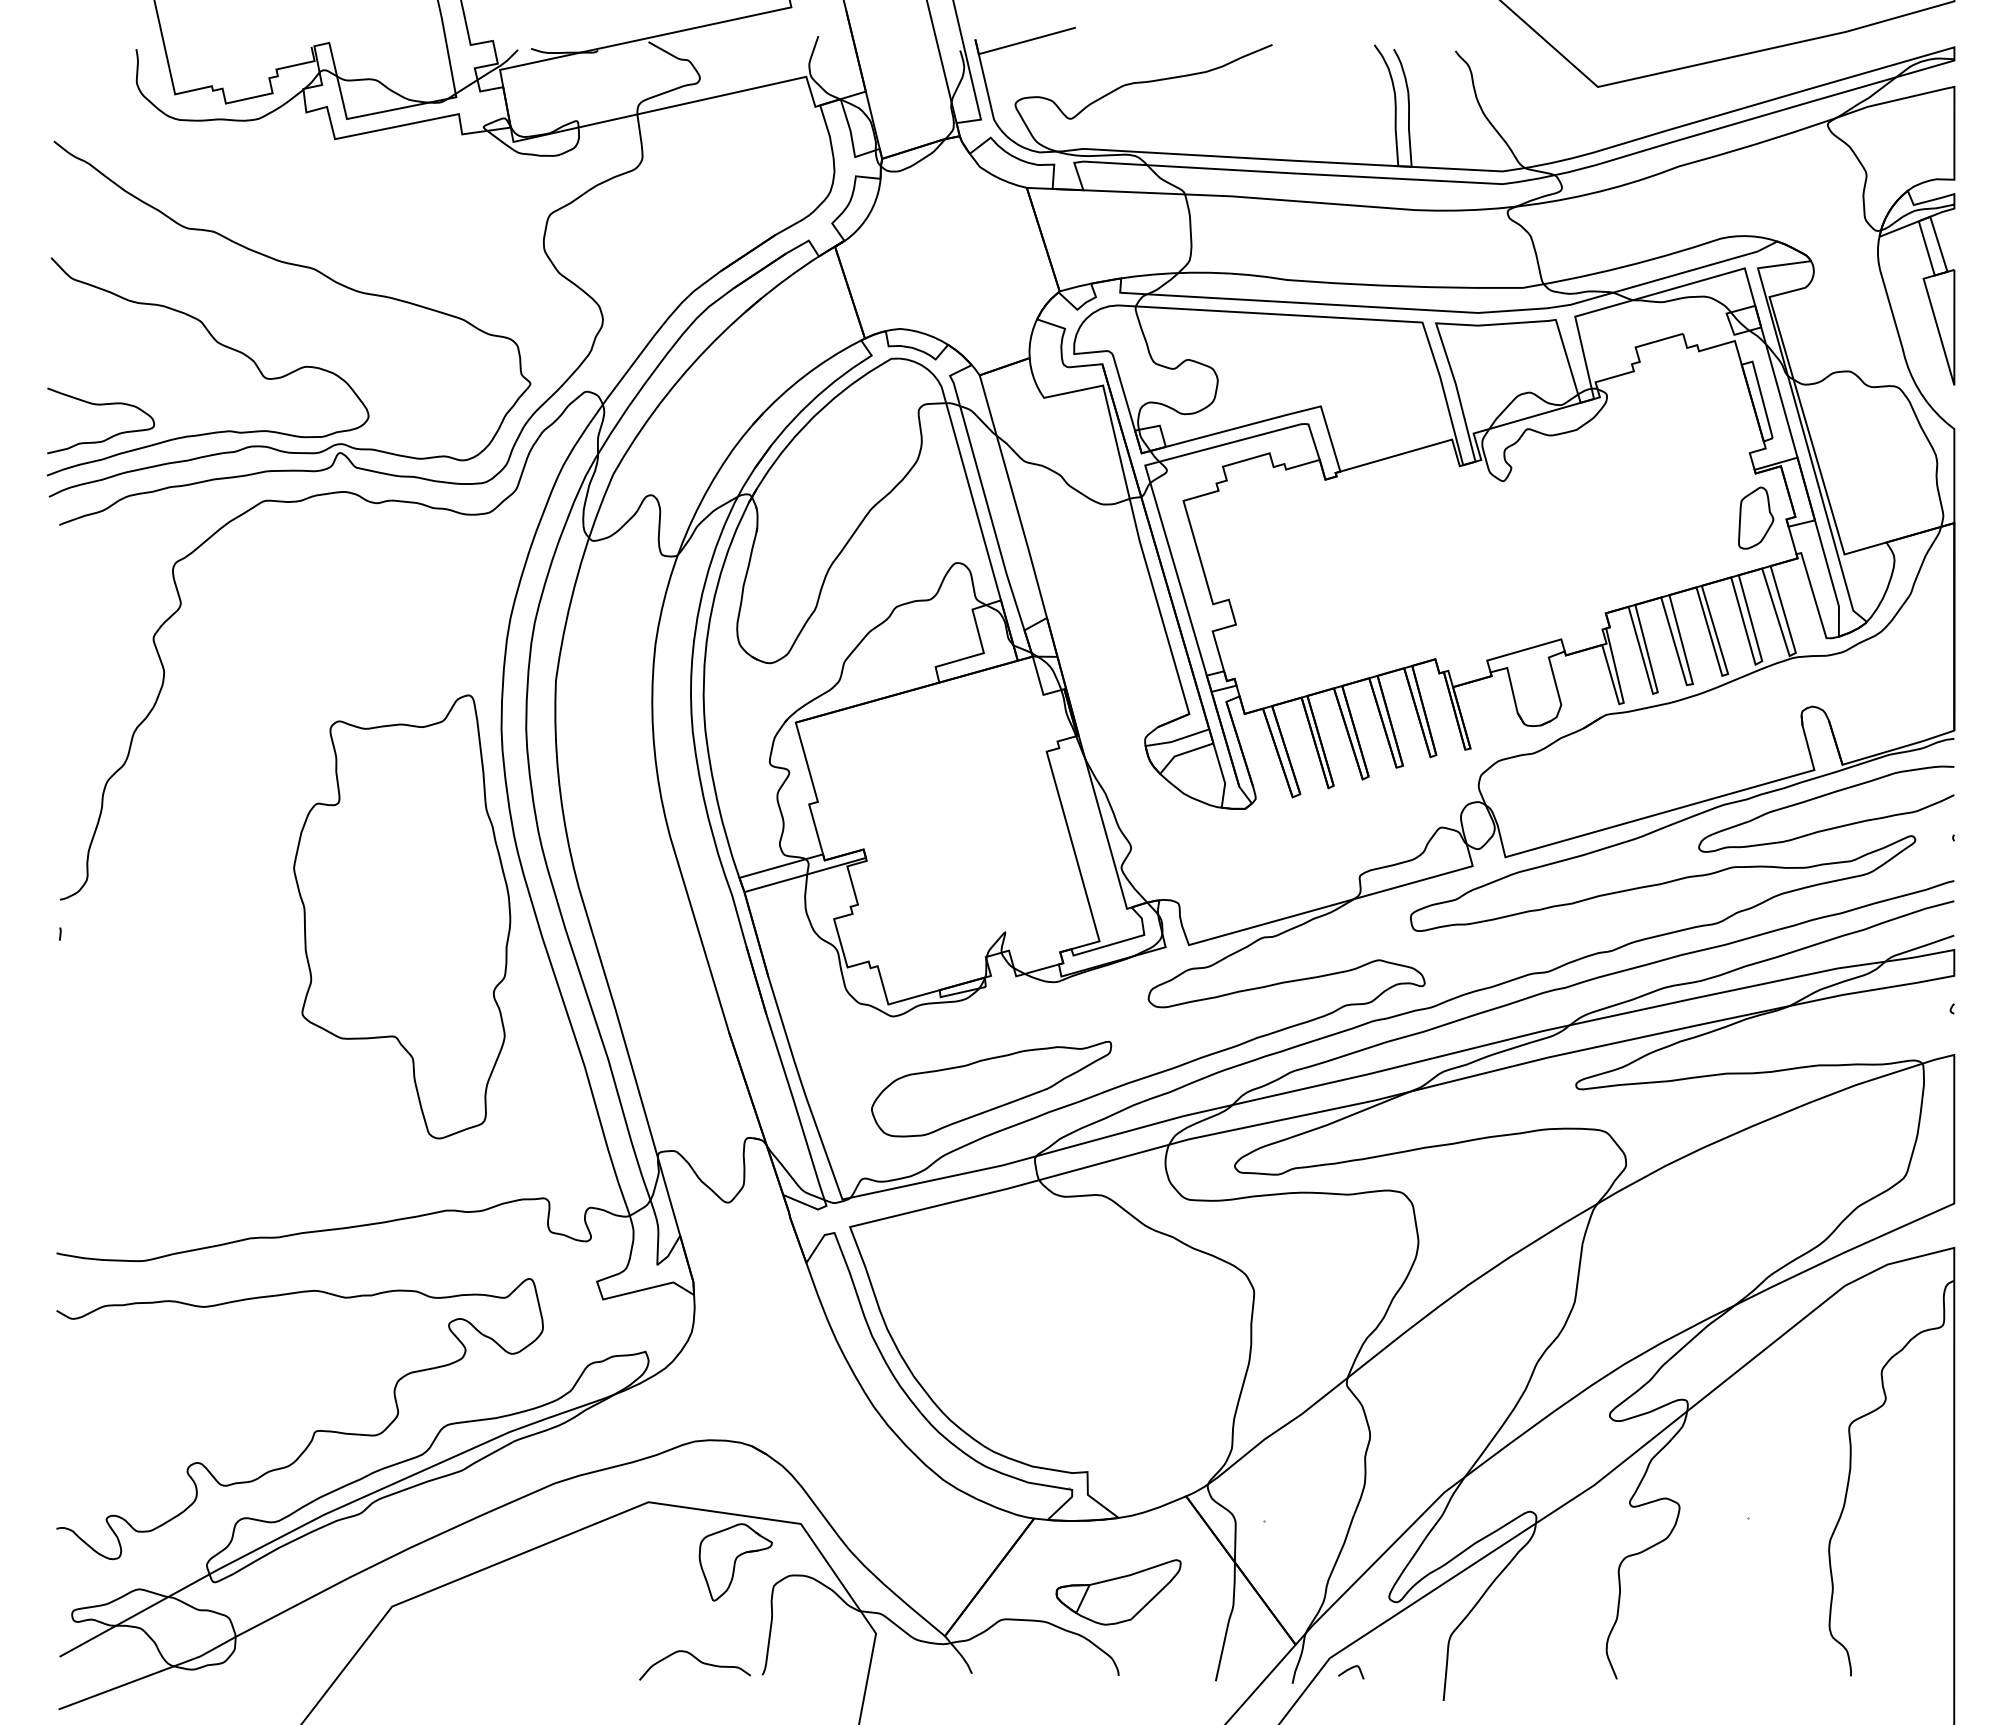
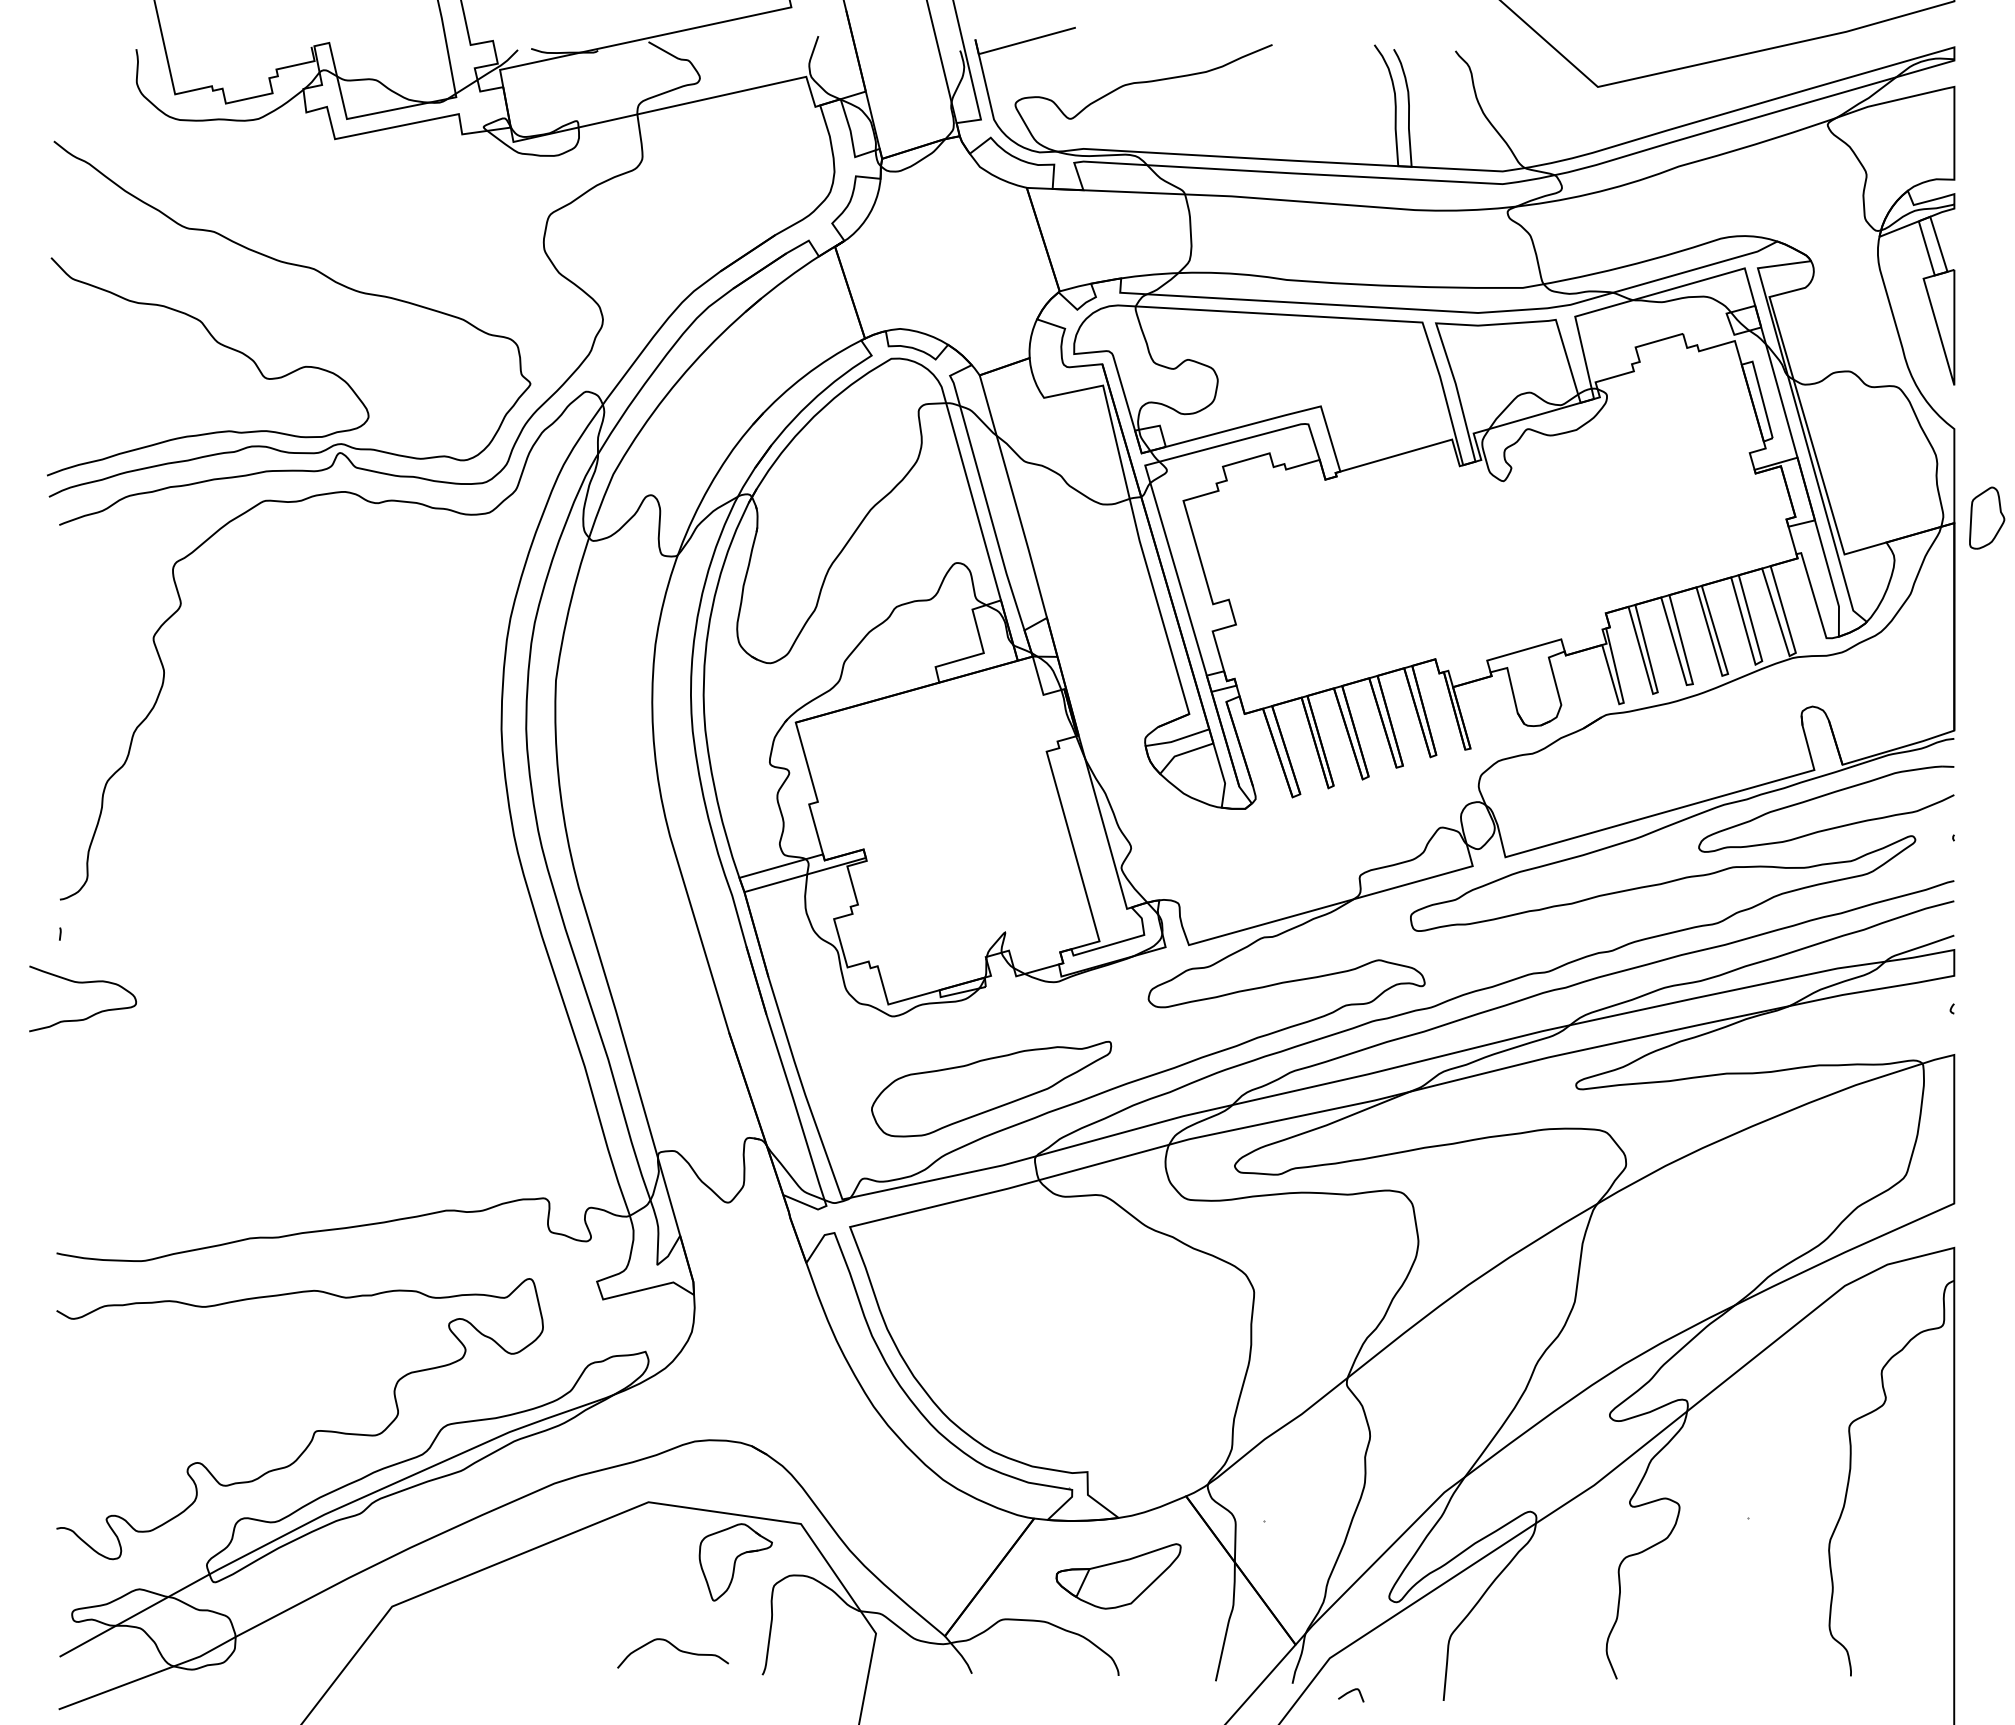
curve at (100, 405) position: (100, 405) -> (82, 983)
part at (1756, 517) position: (1756, 517) -> (1987, 517)
part at (402, 916): present -> none
part at (1118, 1592) position: (1118, 1592) -> (1118, 1576)
curve at (698, 1661) position: (698, 1661) -> (676, 1649)
curve at (1349, 1670) position: (1349, 1670) -> (1349, 1693)
